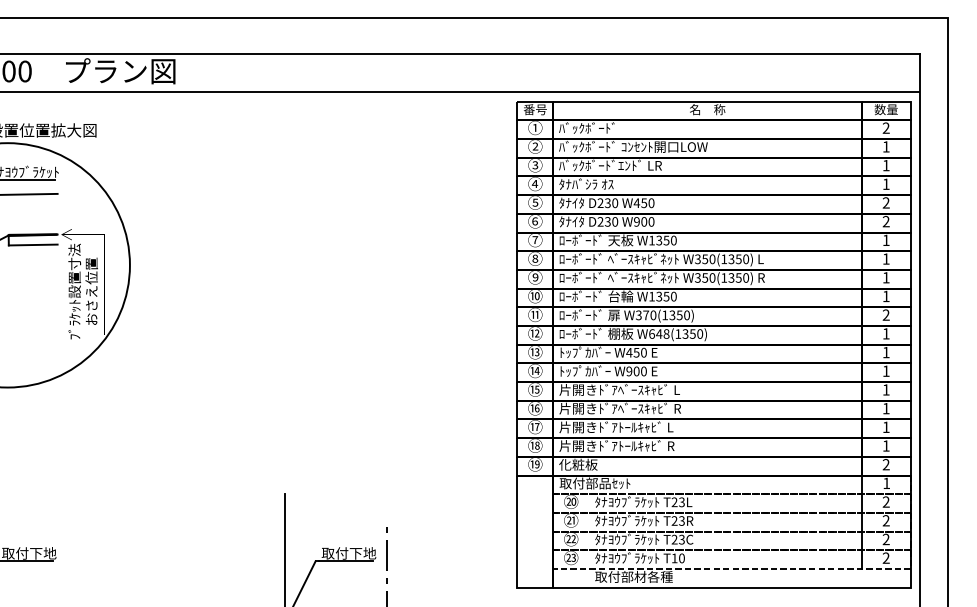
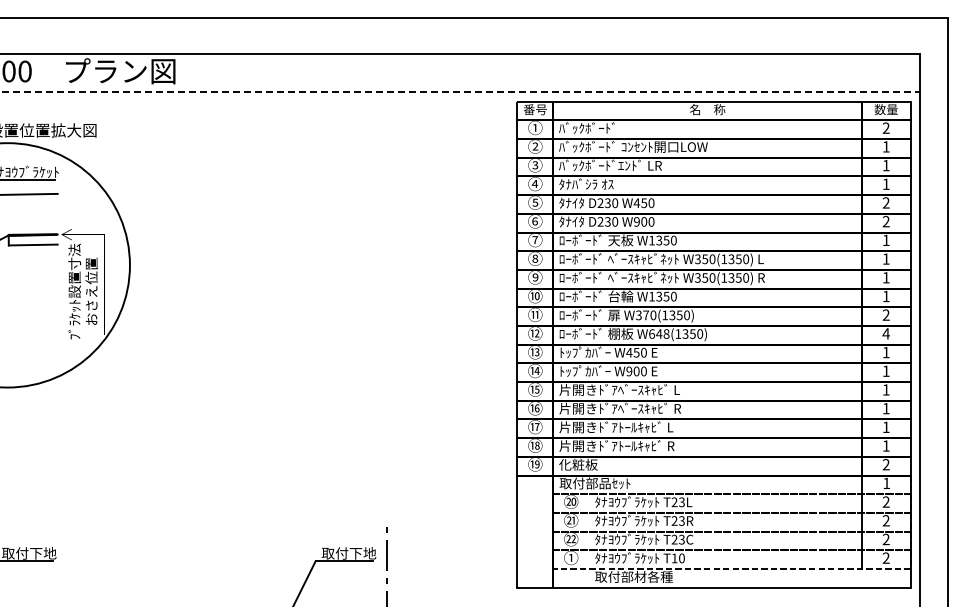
line at (460, 92): solid -> dashed
text at (885, 333): 1 -> 4
line at (284, 548): present -> none
text at (570, 557): ㉓ -> ①
